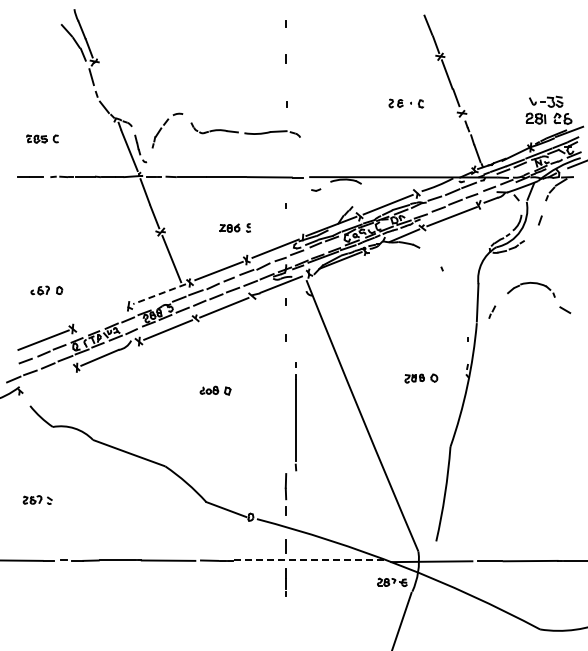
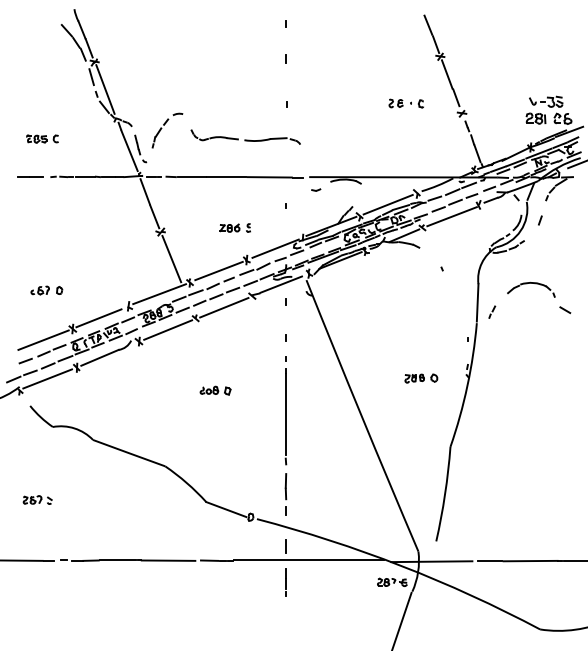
line at (105, 89): none -> present
part at (245, 129) position: (245, 129) -> (245, 136)
line at (159, 294): dashed -> solid
line at (98, 318): none -> present
line at (47, 378): none -> present
part at (295, 416) position: (295, 416) -> (285, 410)
line at (308, 560): dashed -> solid
